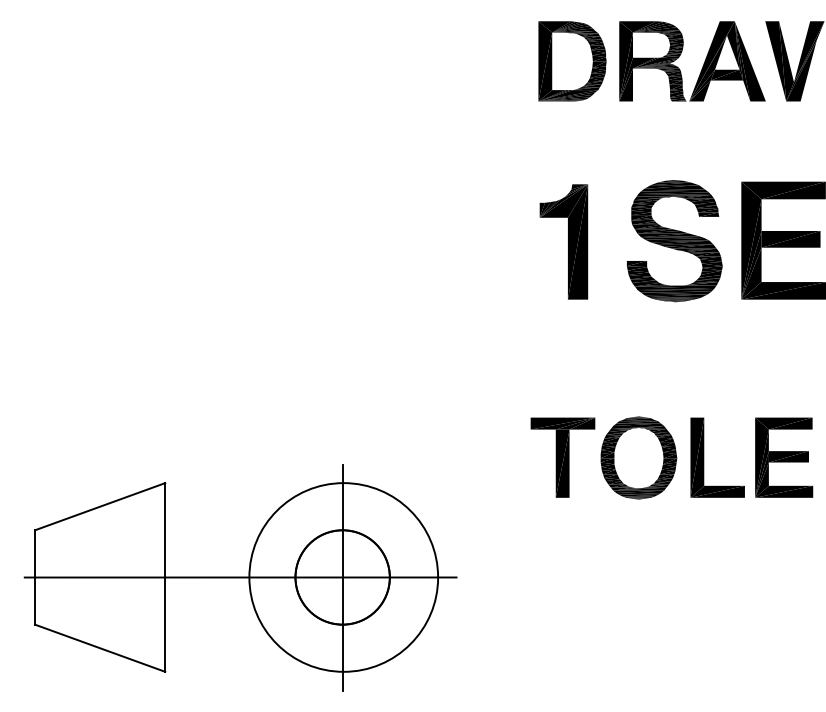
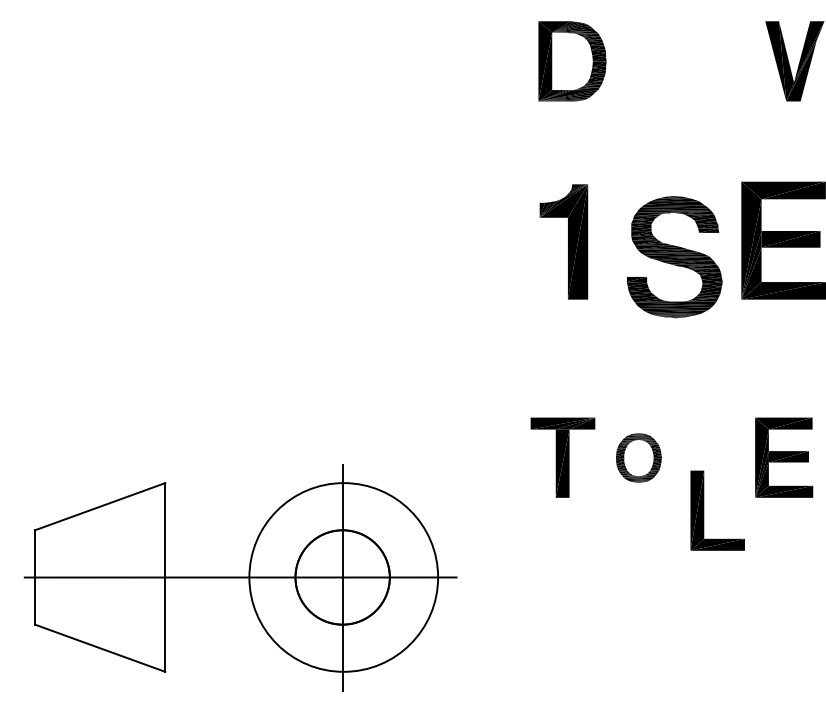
part at (703, 63): present -> none
part at (674, 241) position: (674, 241) -> (674, 257)
part at (638, 457) size: 78x84 px -> 46x50 px
part at (704, 457) position: (704, 457) -> (704, 510)
